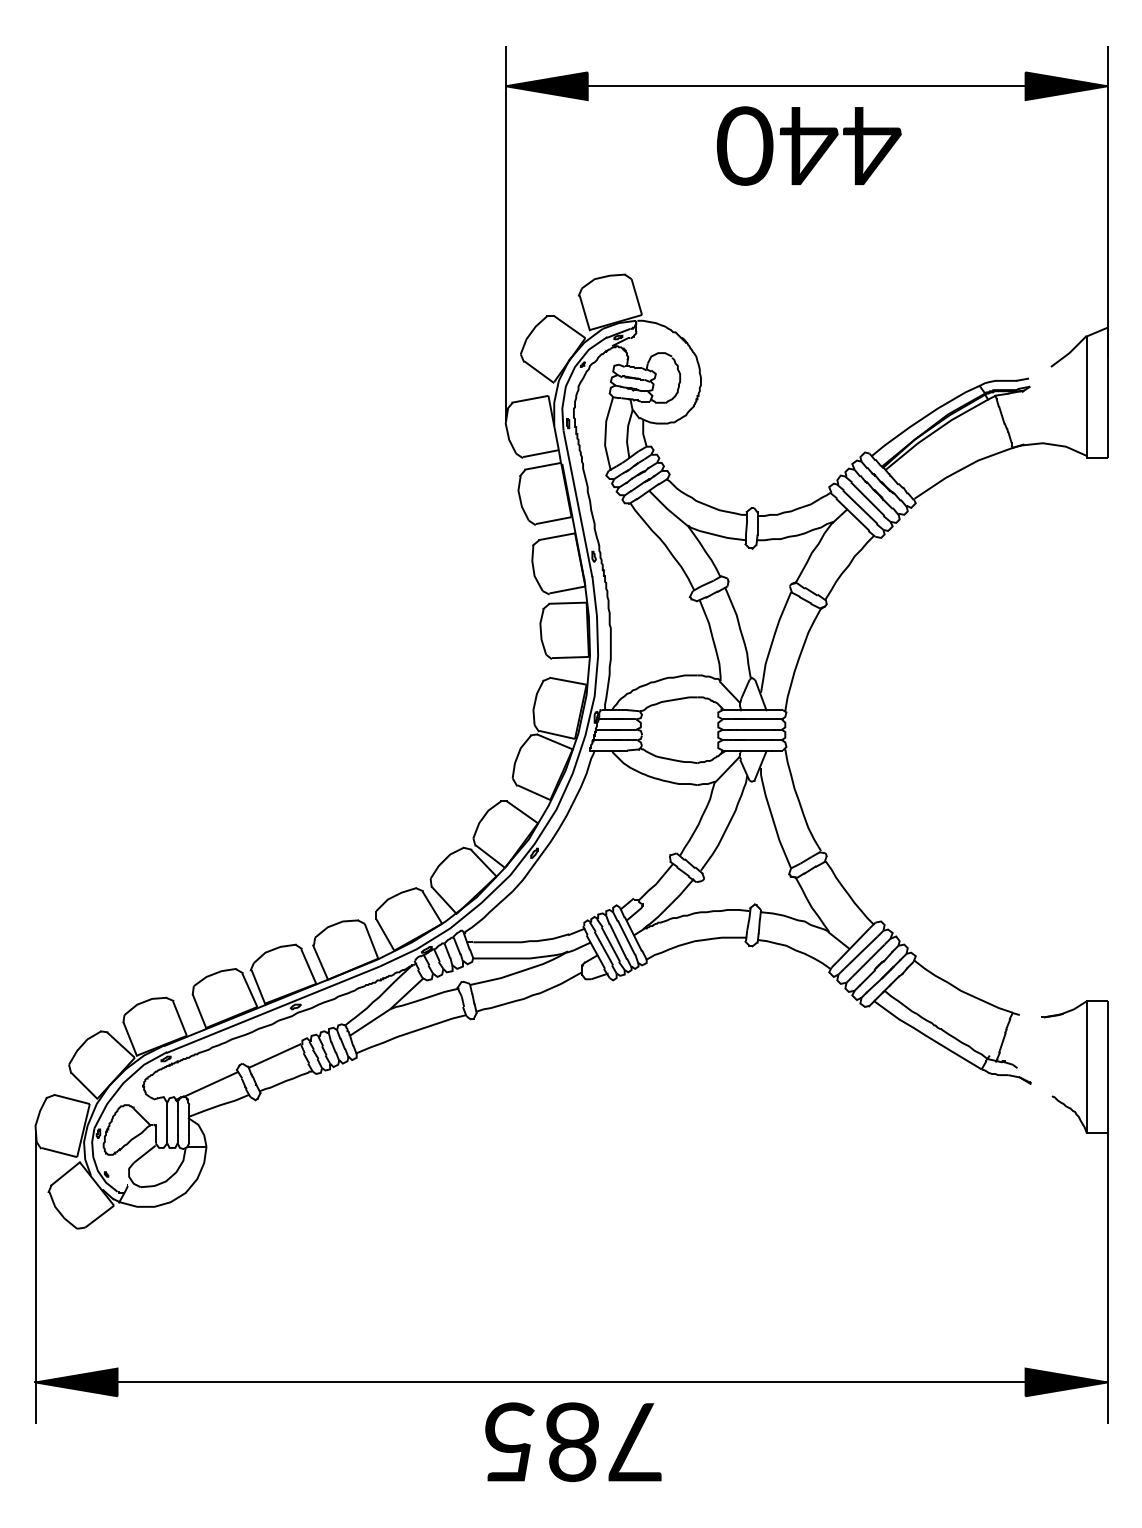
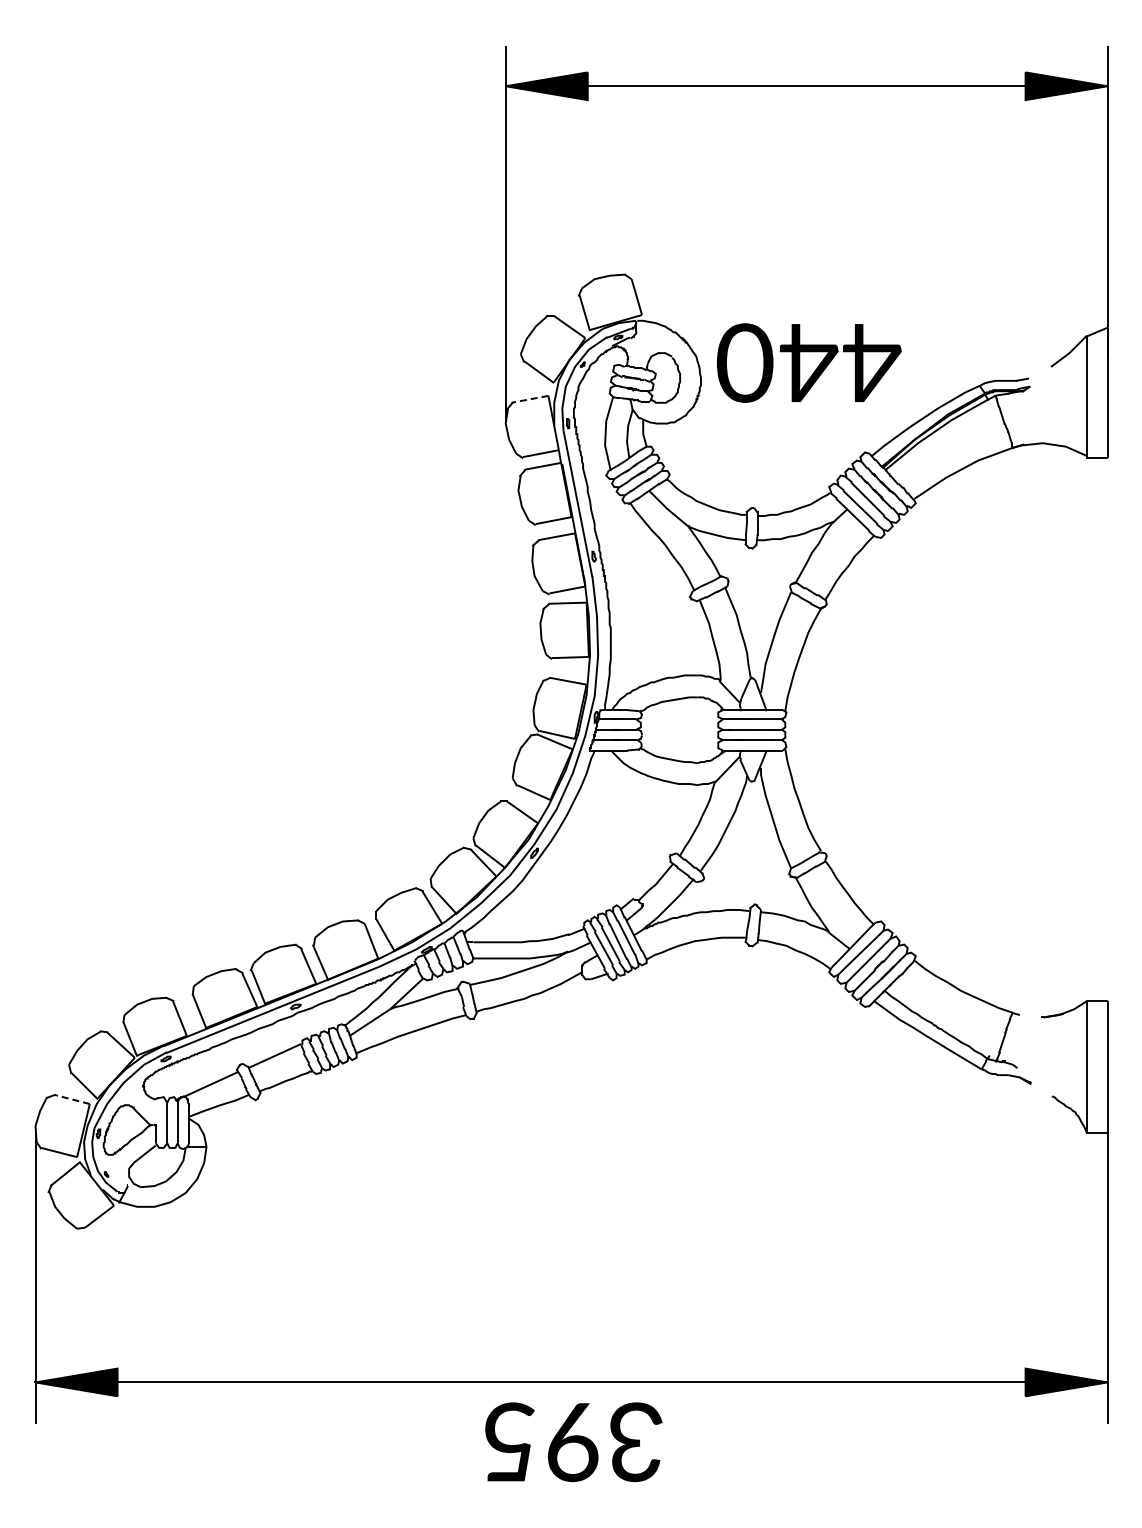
text at (809, 145) position: (809, 145) -> (809, 362)
line at (529, 399): solid -> dashed
line at (71, 1099): solid -> dashed
text at (604, 1442): 785 -> 395
